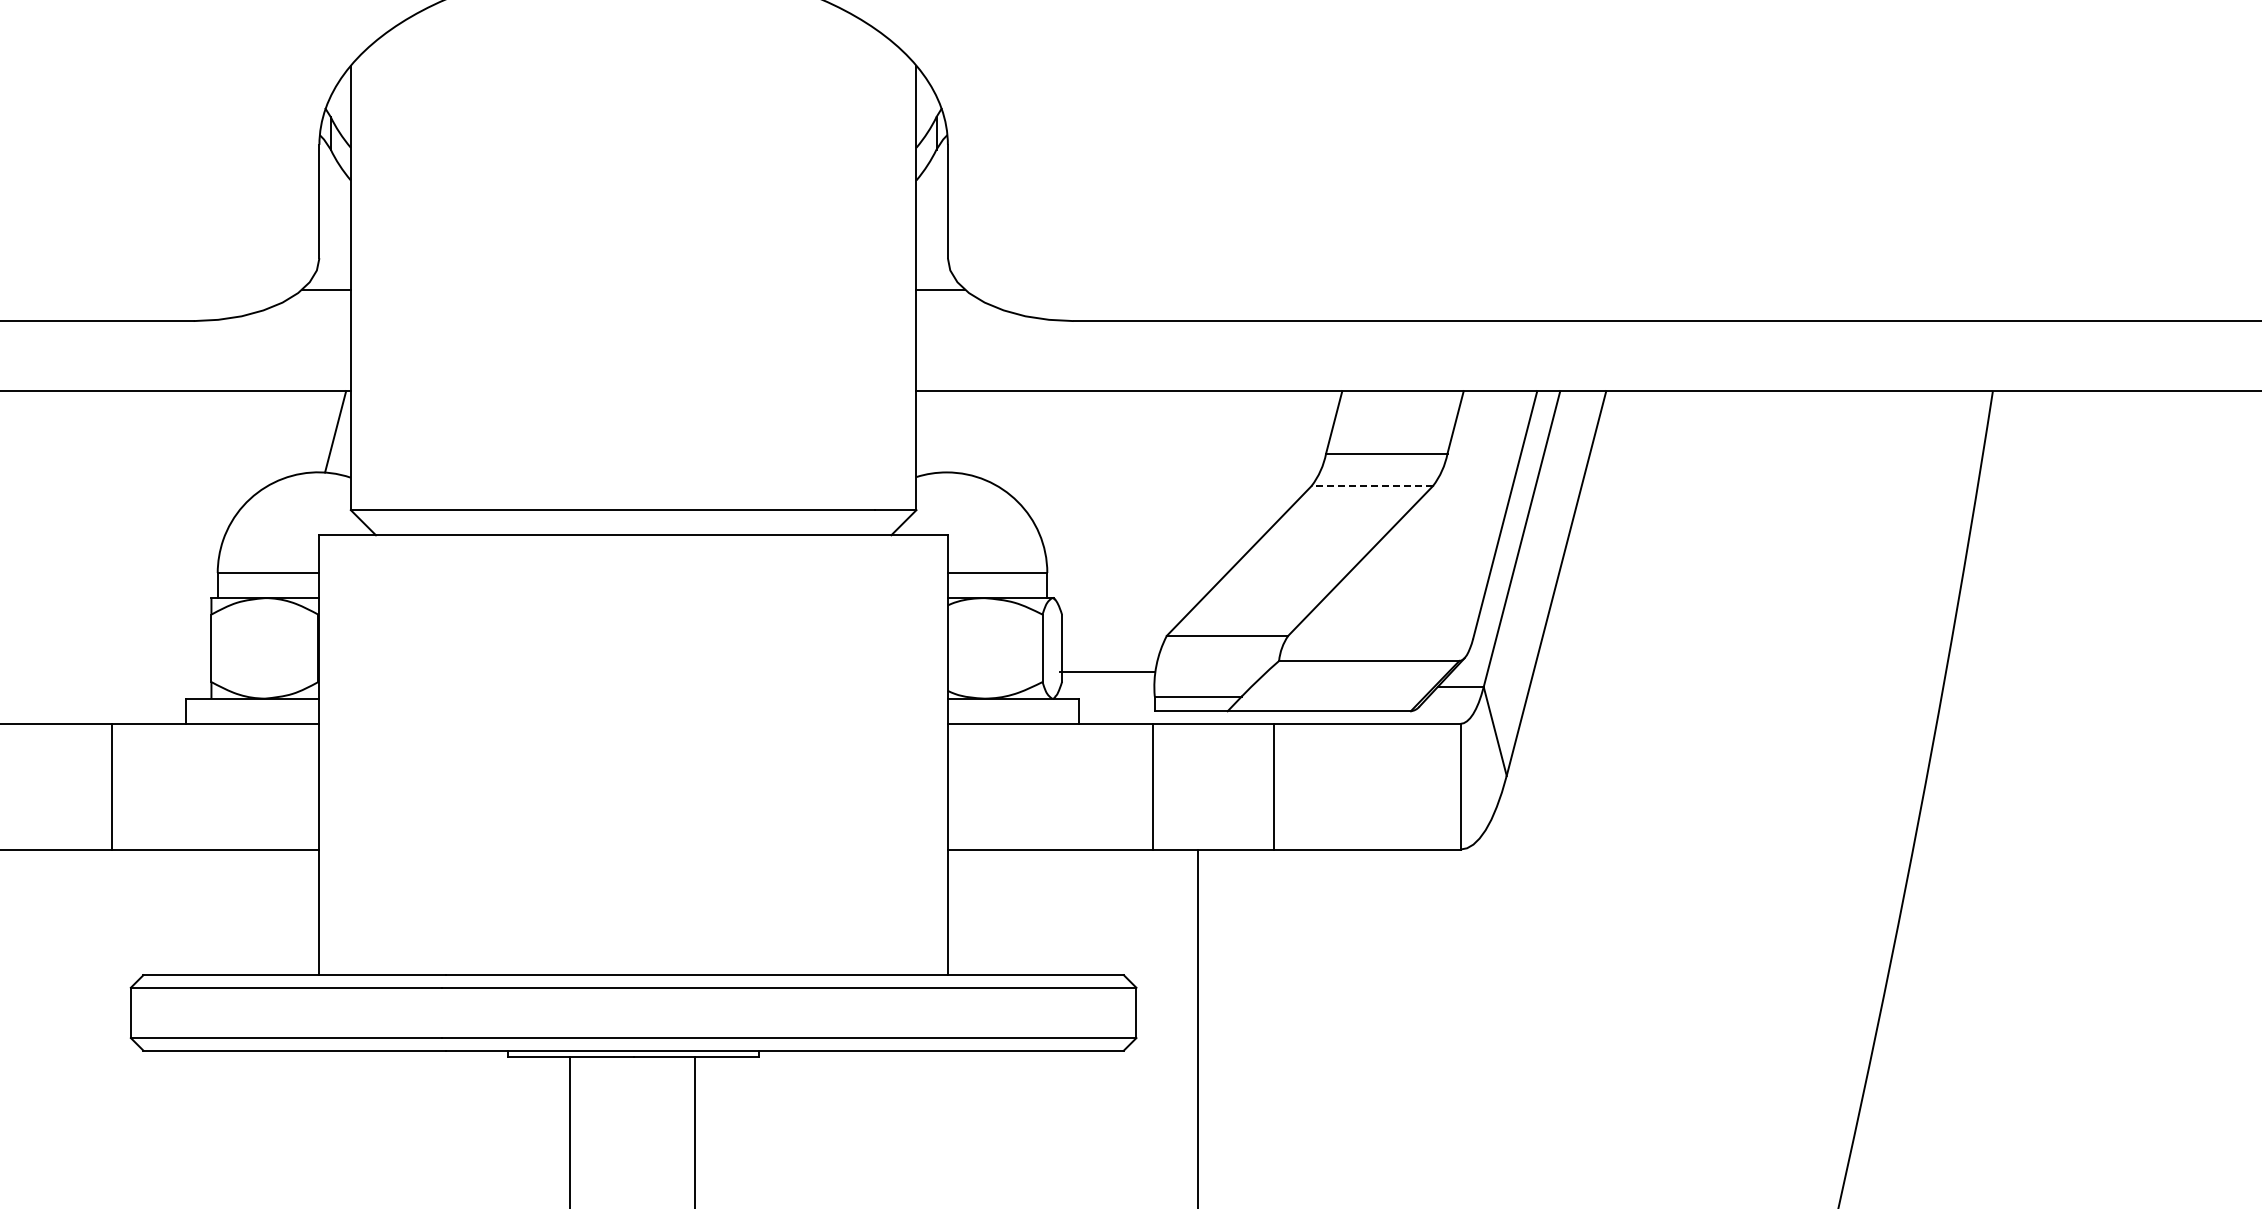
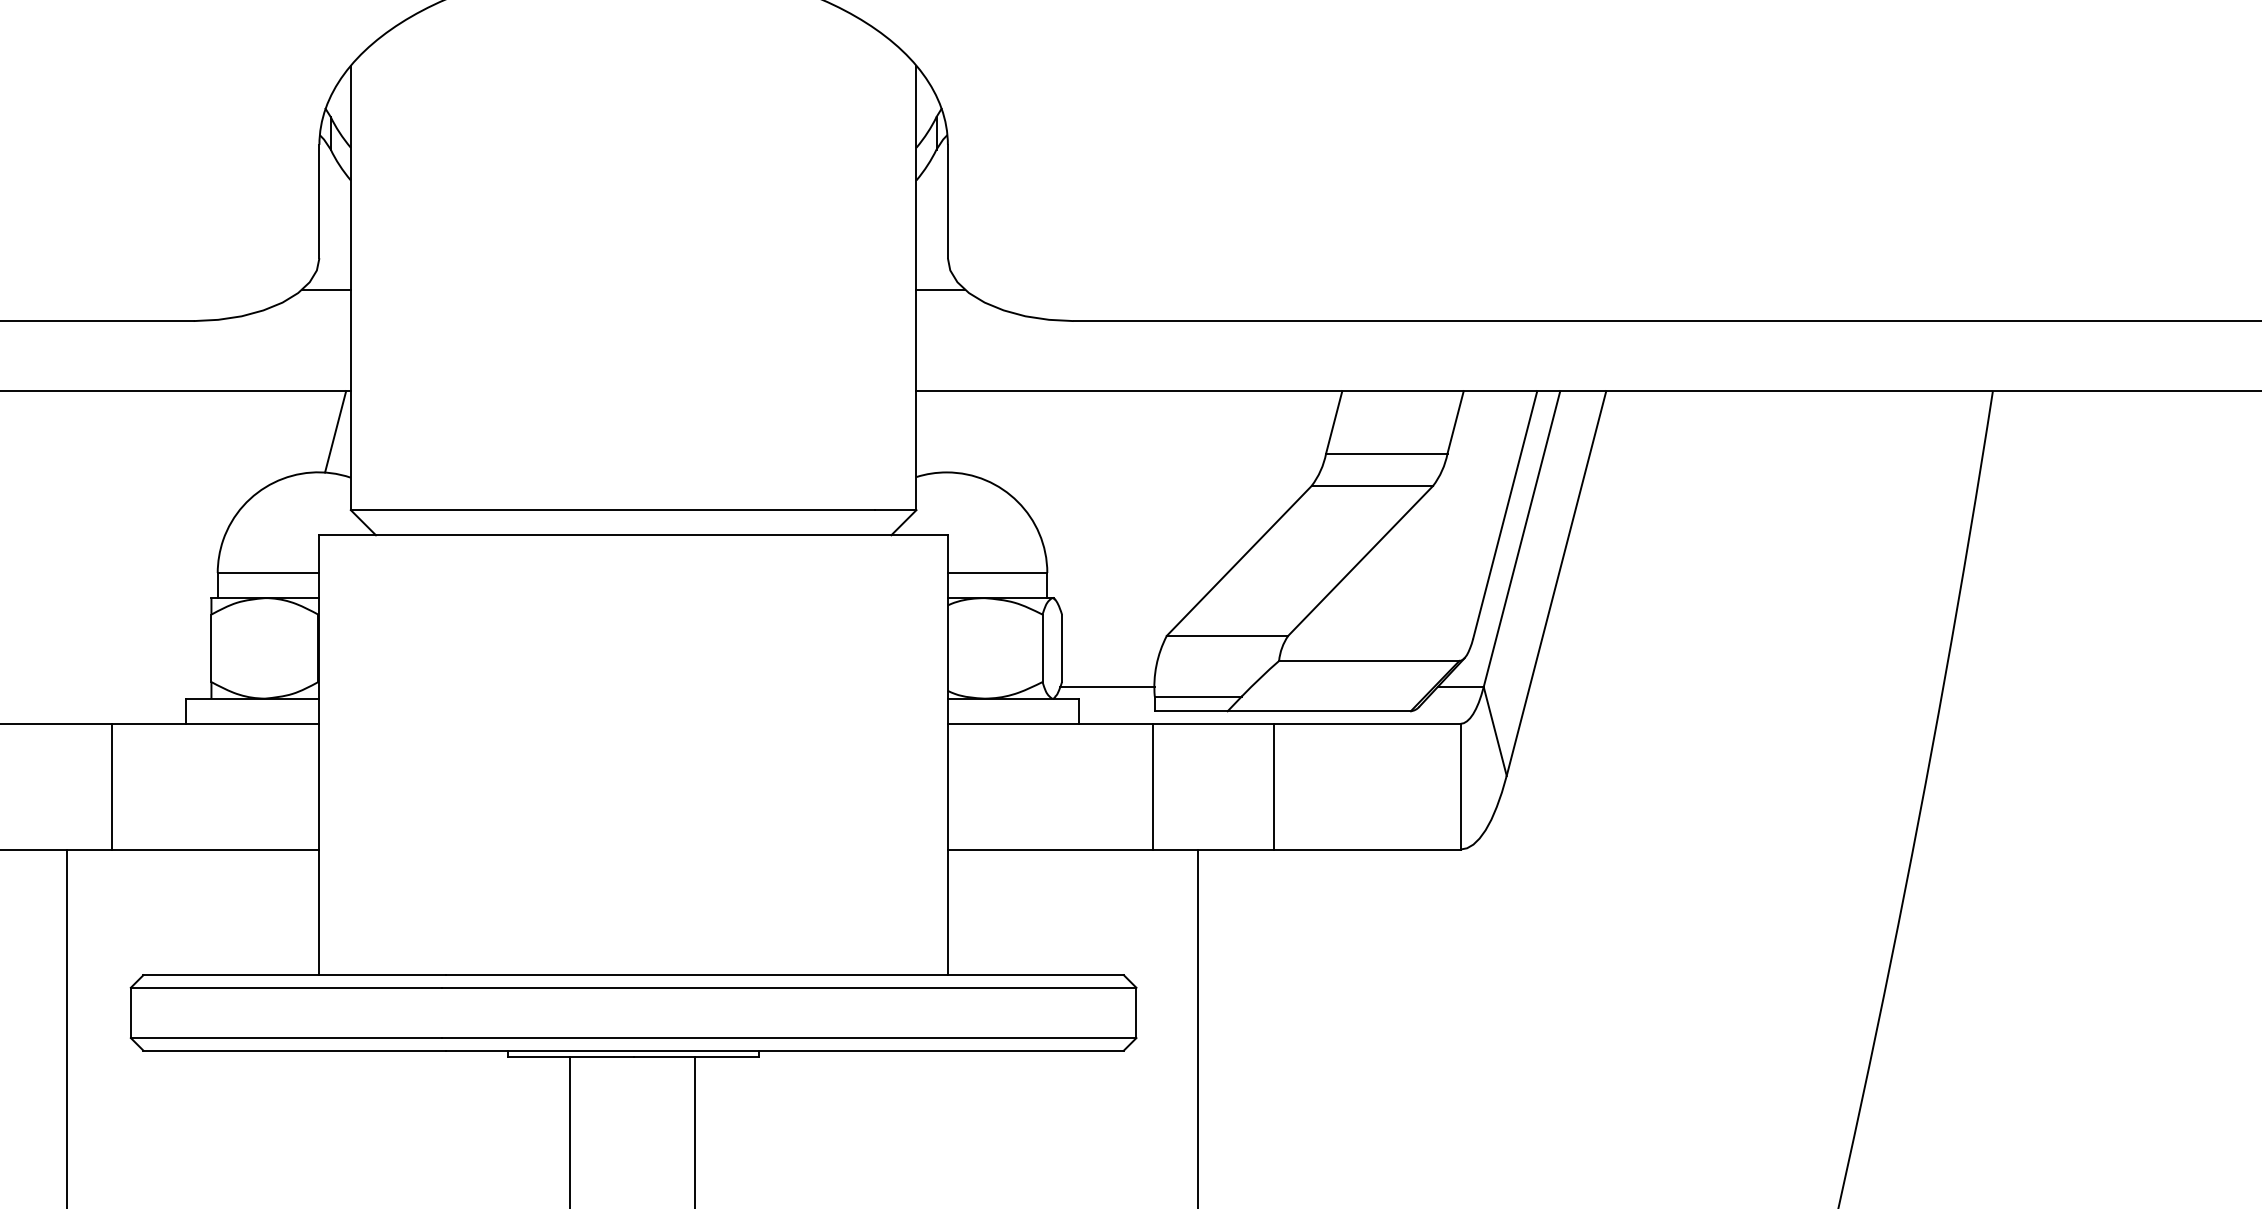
line at (1372, 486): dashed -> solid
line at (1107, 672) position: (1107, 672) -> (1107, 687)
line at (66, 1027): none -> present
